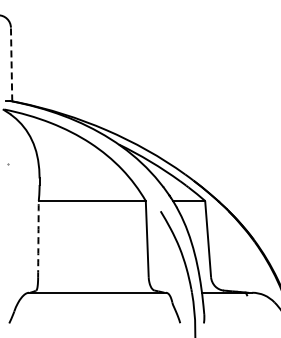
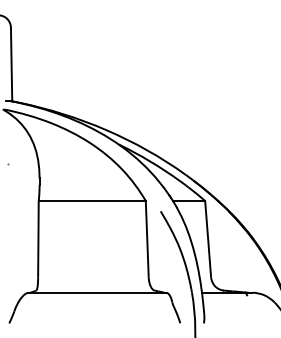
line at (11, 64): dashed -> solid
arc at (38, 239): dashed -> solid
